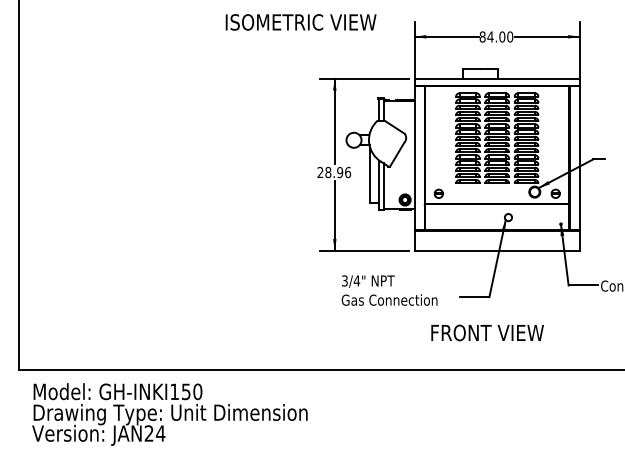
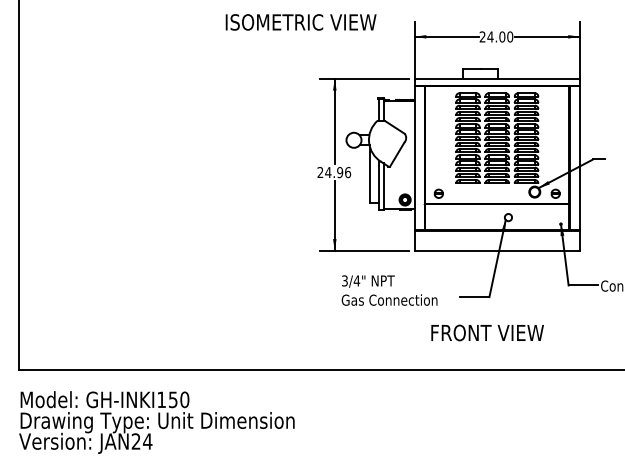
text at (482, 36): 84.00 -> 24.00
text at (328, 172): 28.96 -> 24.96
text at (169, 414) position: (169, 414) -> (156, 422)
